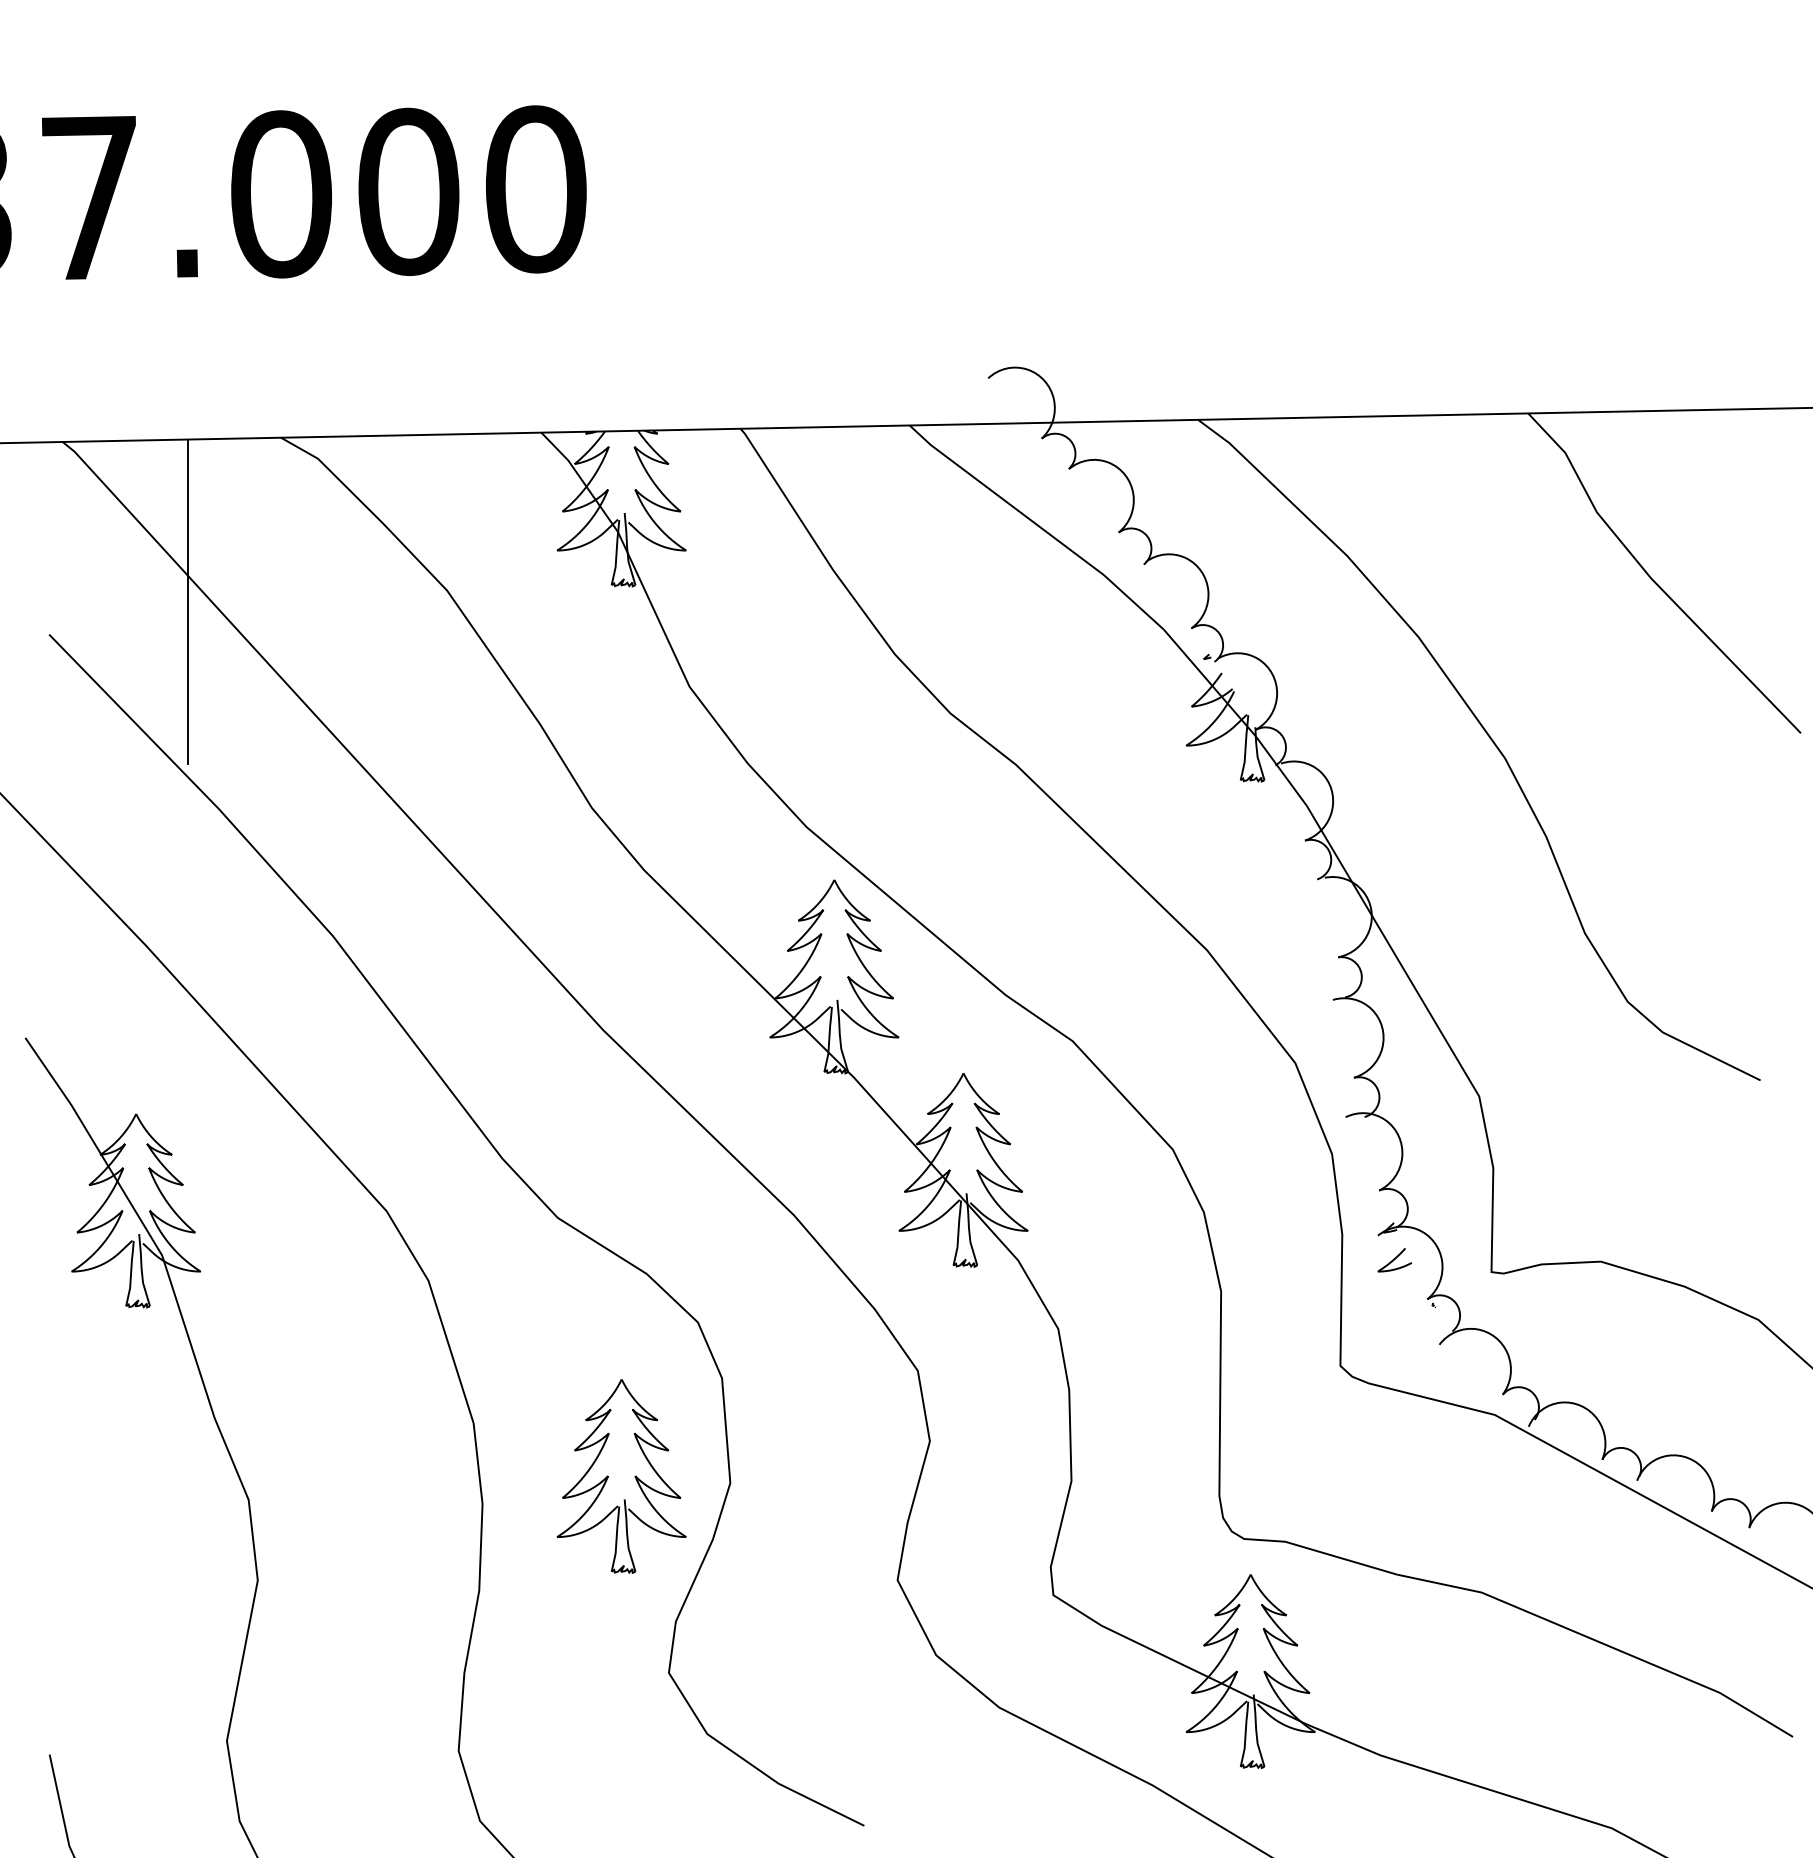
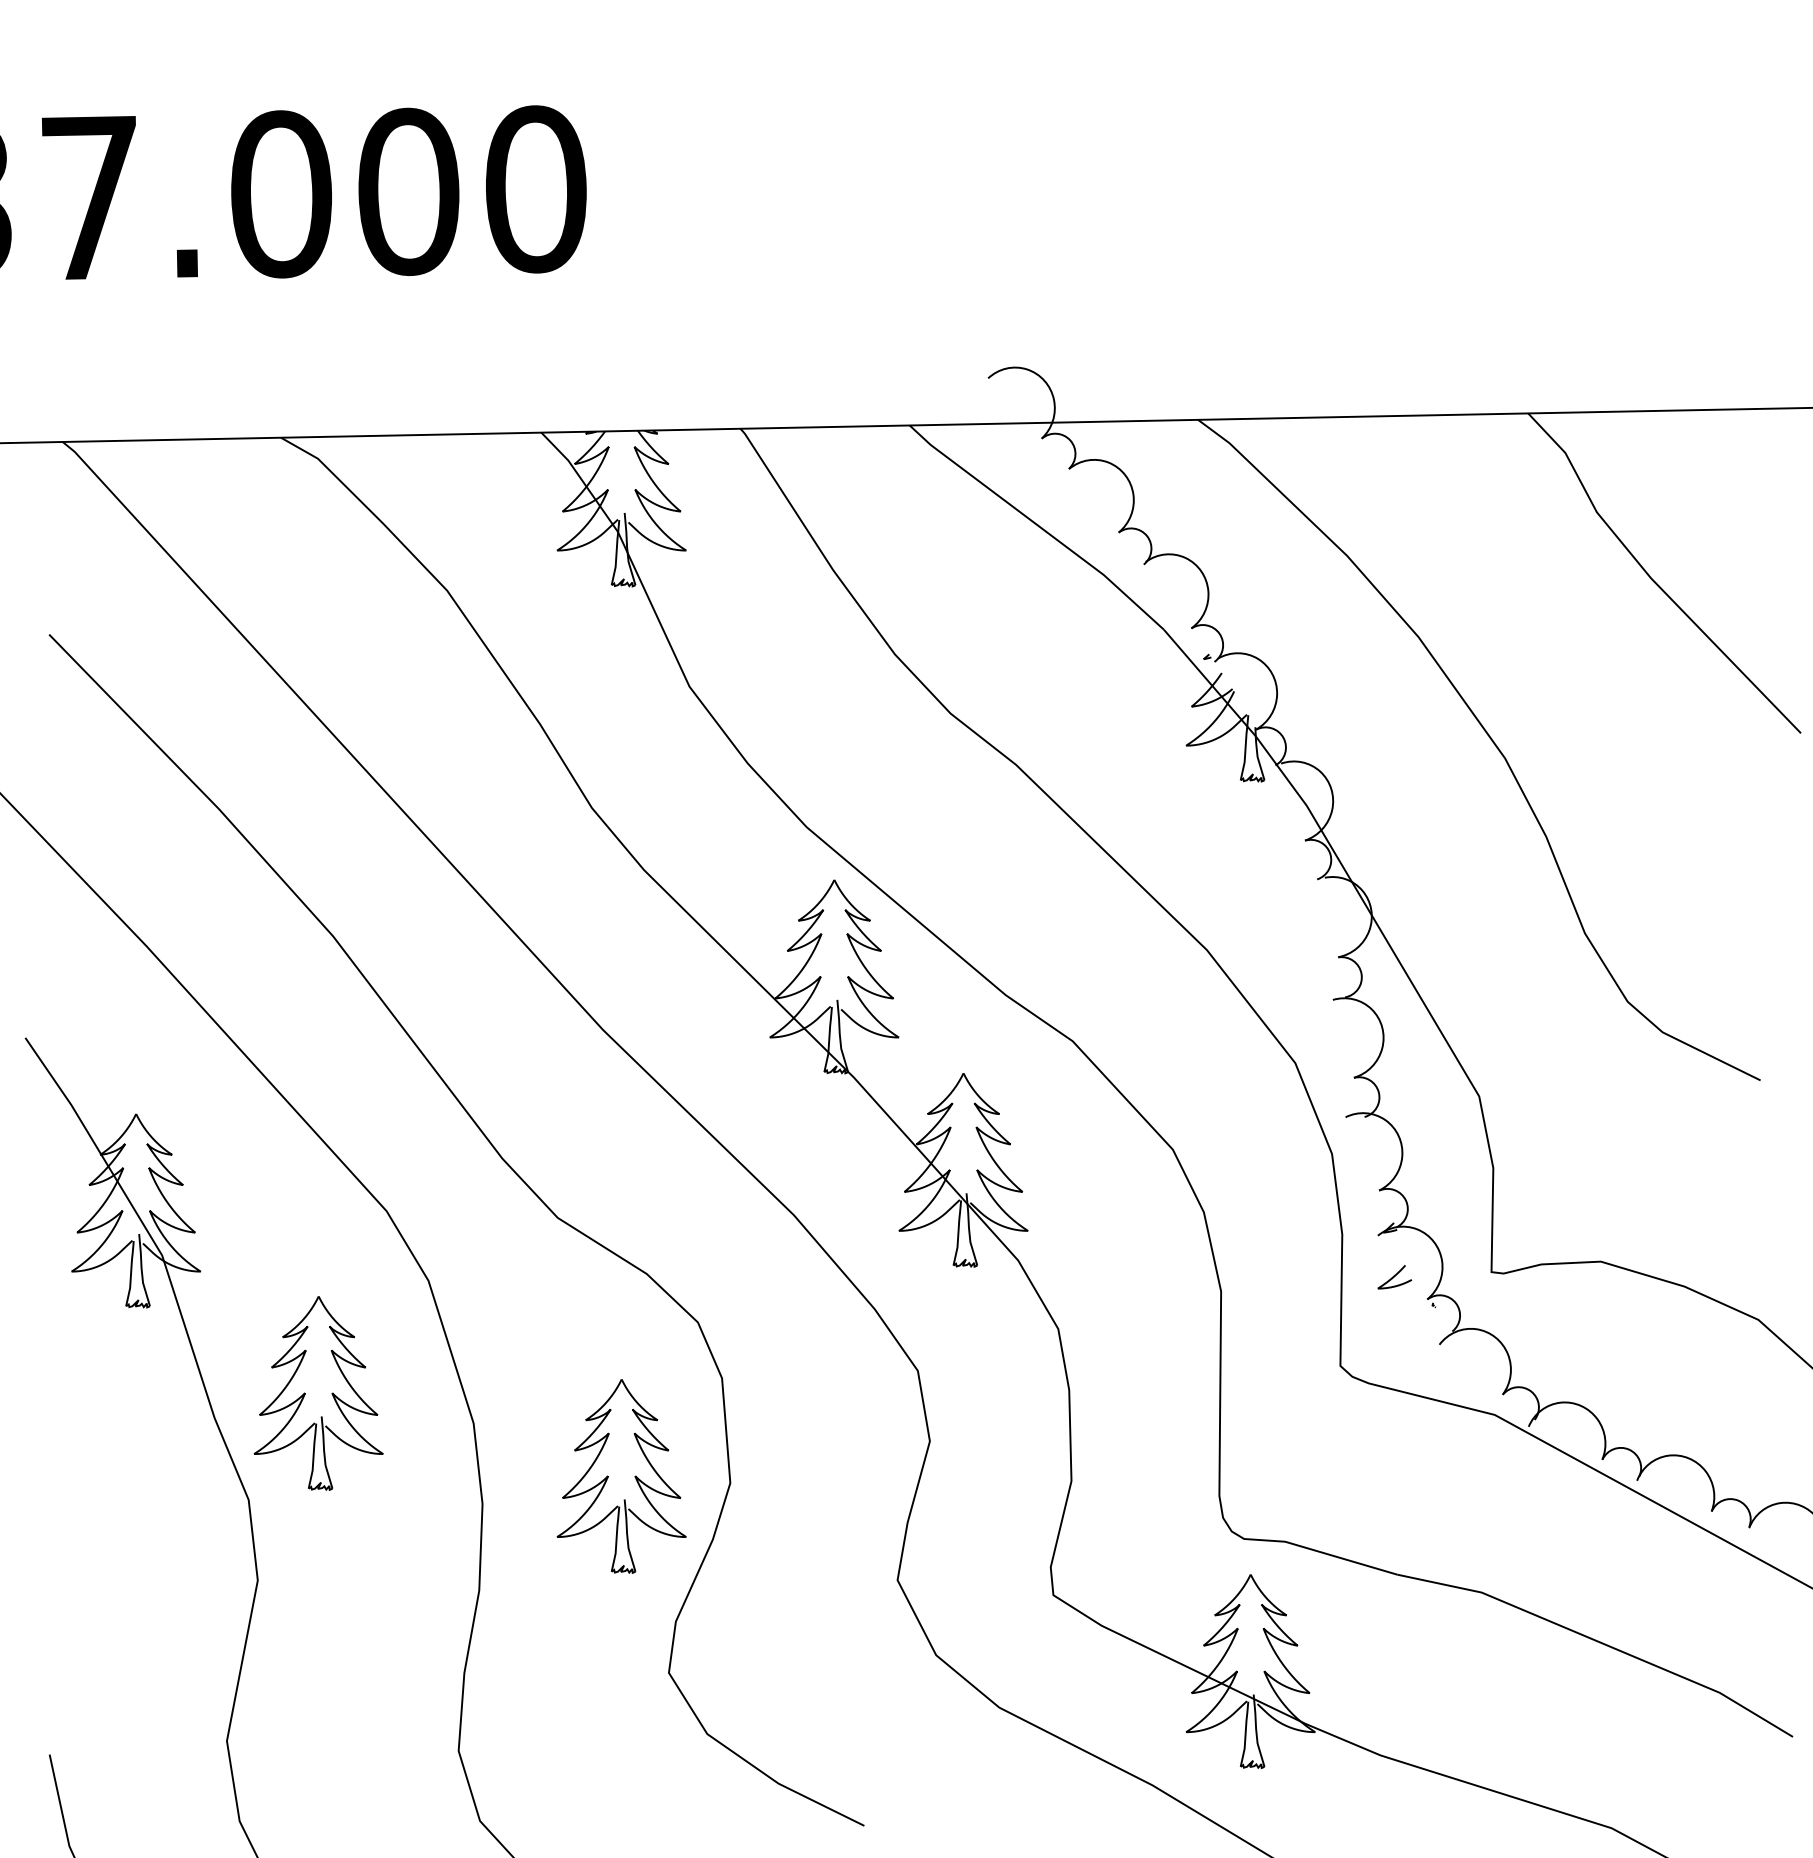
line at (187, 601): present -> none
curve at (1394, 1260) position: (1394, 1260) -> (1394, 1277)
part at (305, 1393): none -> present
